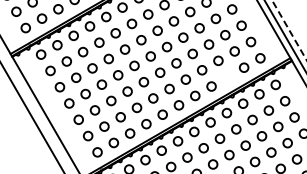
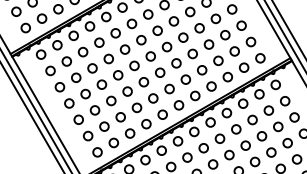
line at (289, 30): dashed -> solid
circle at (227, 76): none -> present
line at (36, 111): none -> present
